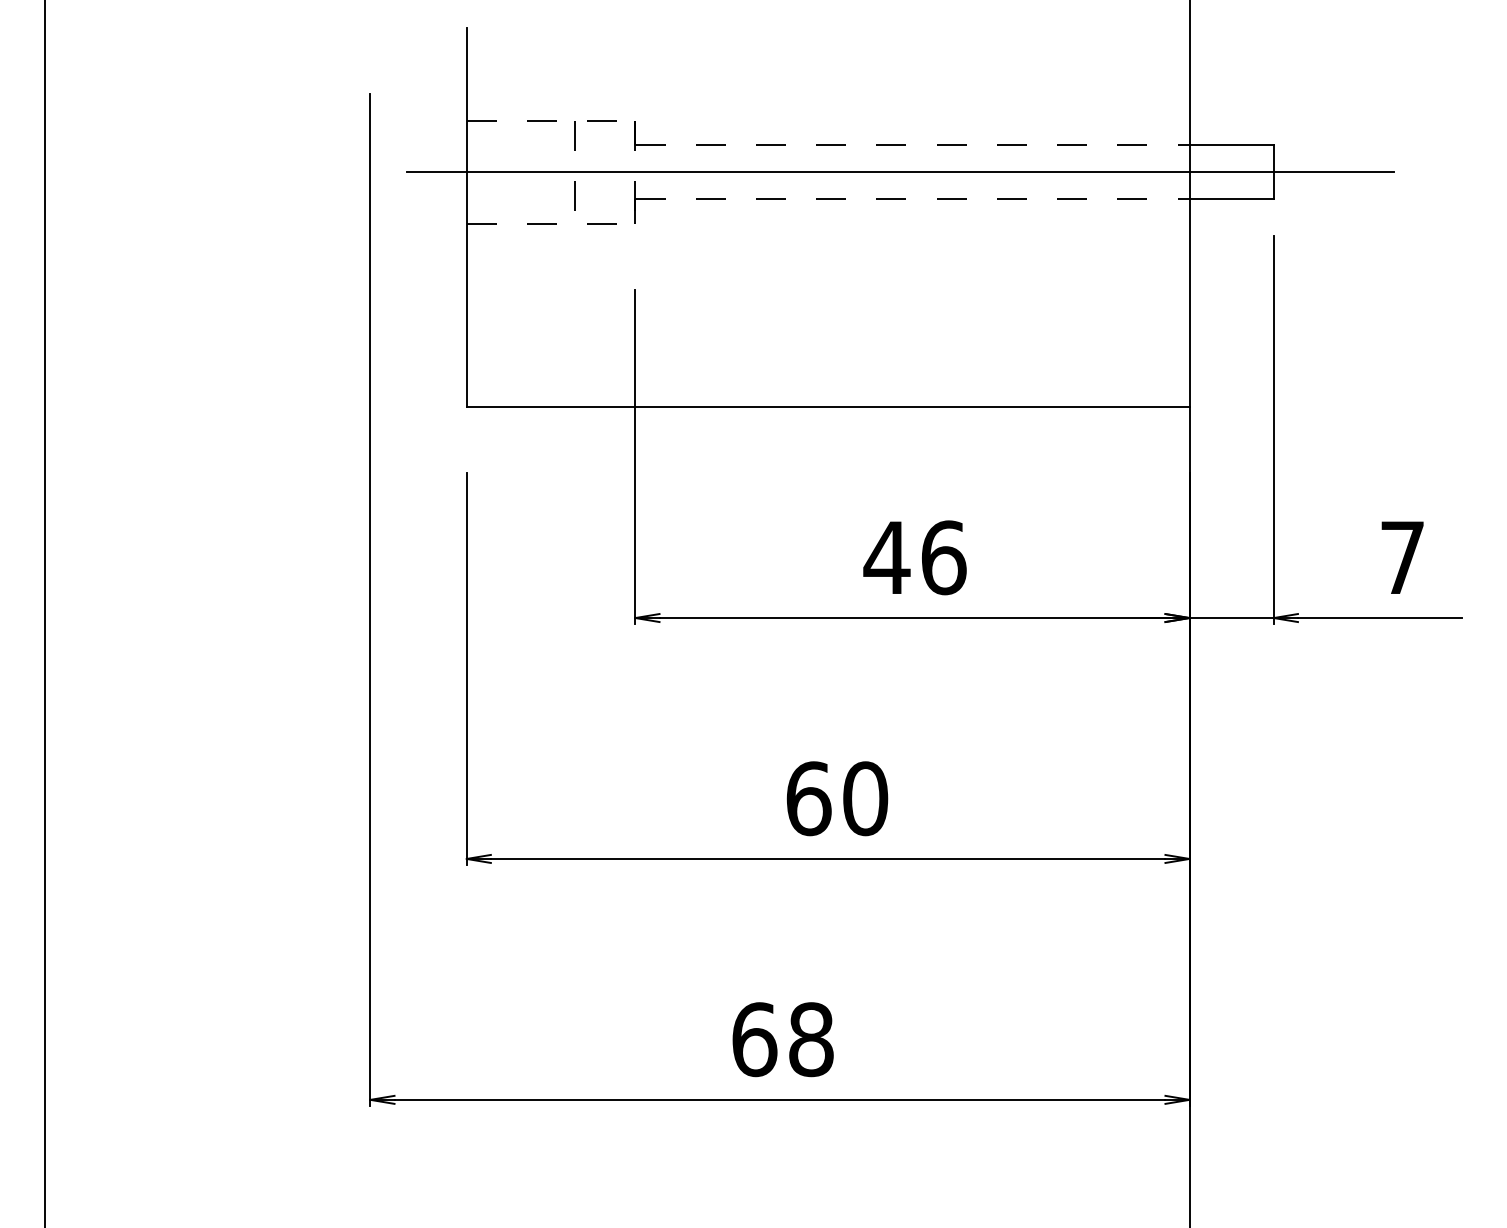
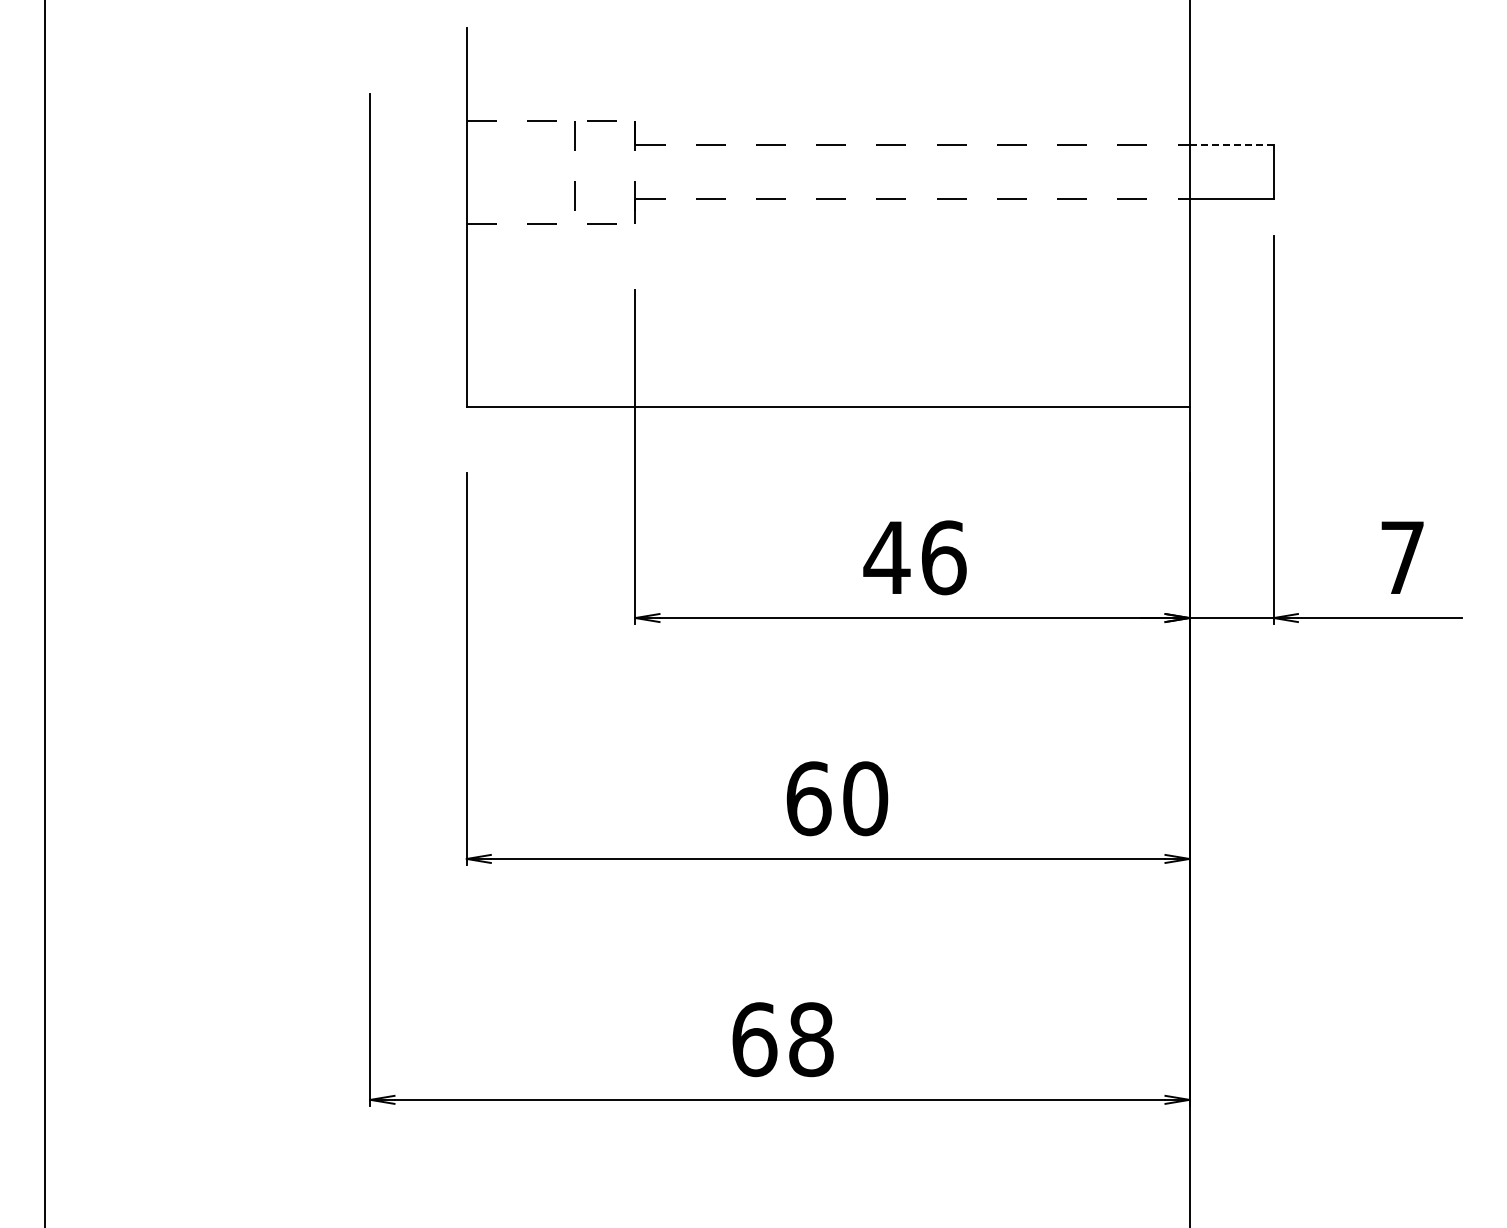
line at (1232, 145): solid -> dashed
line at (900, 172): present -> none
